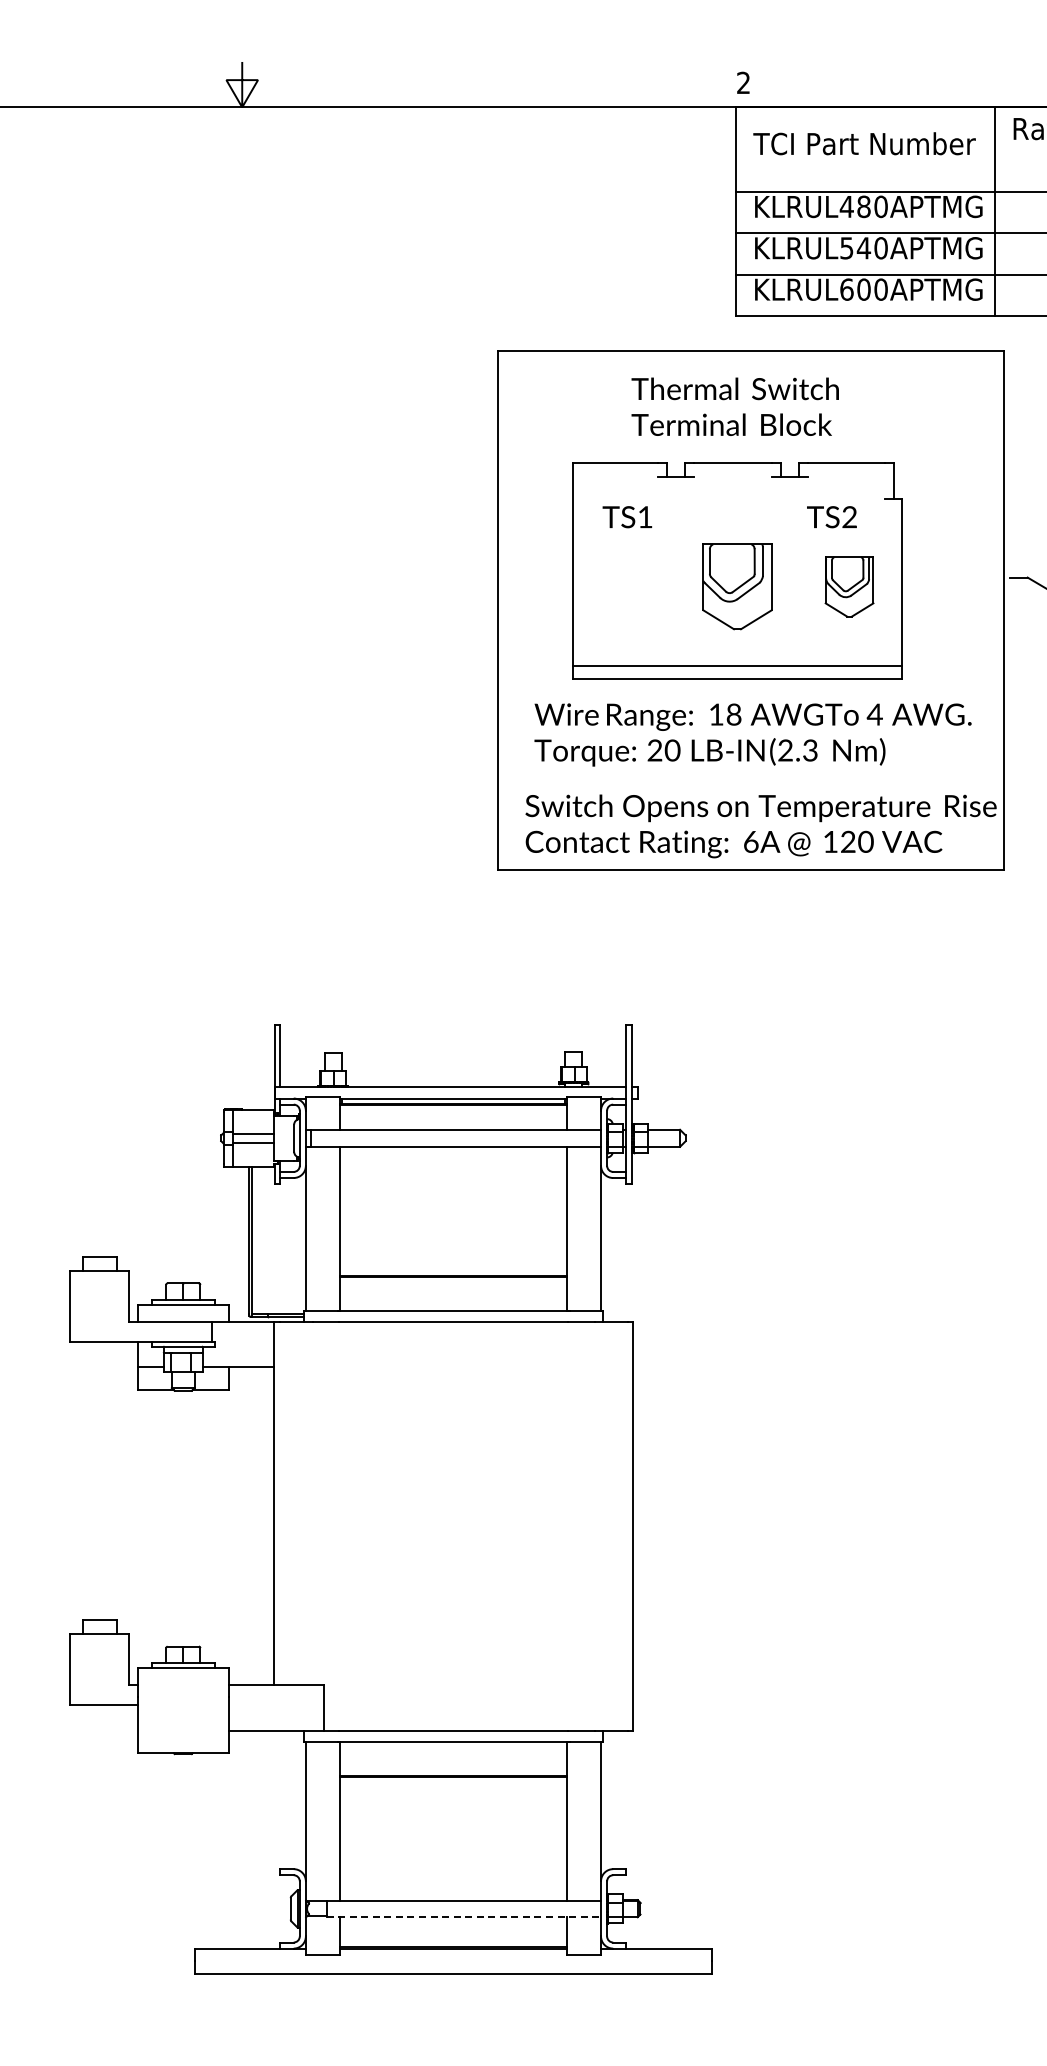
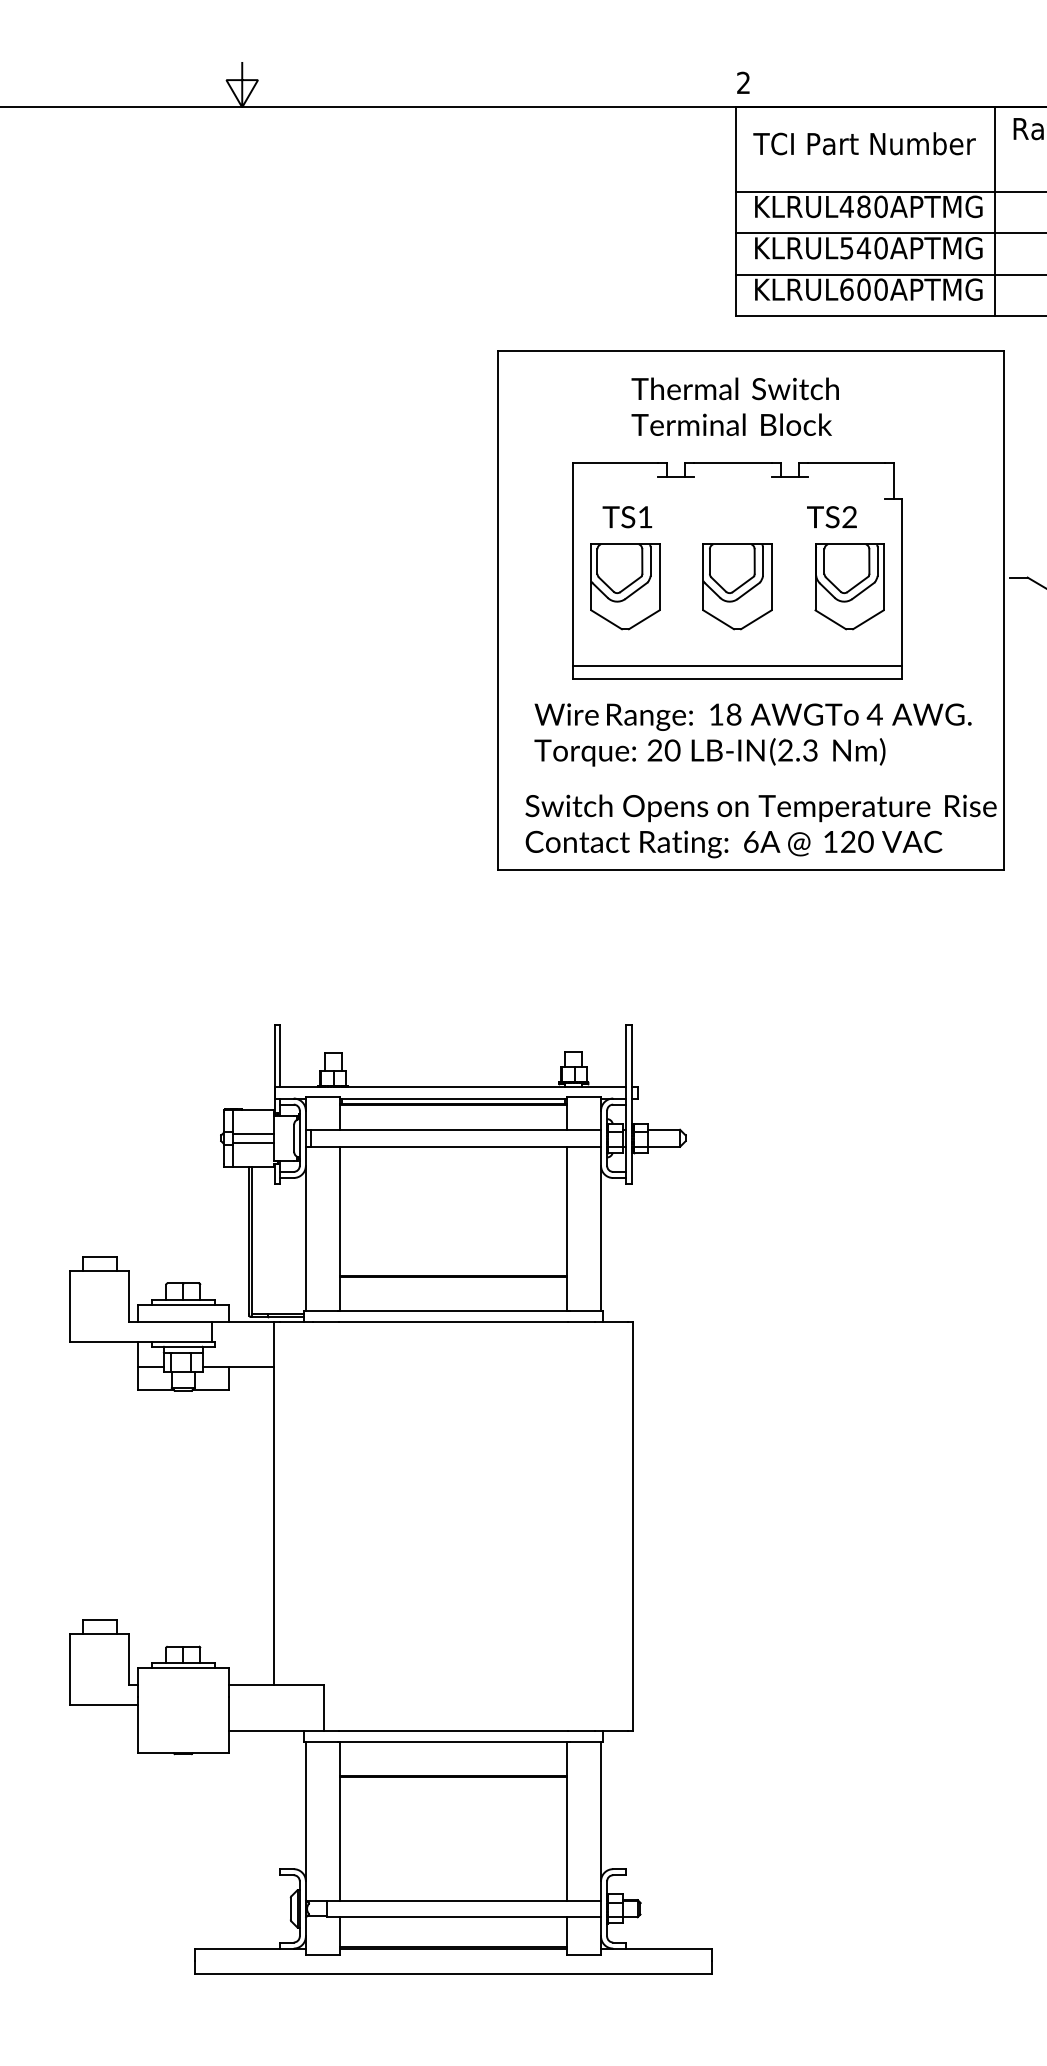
part at (625, 586): none -> present
part at (849, 586) size: 51x62 px -> 71x88 px
line at (464, 1917): dashed -> solid
